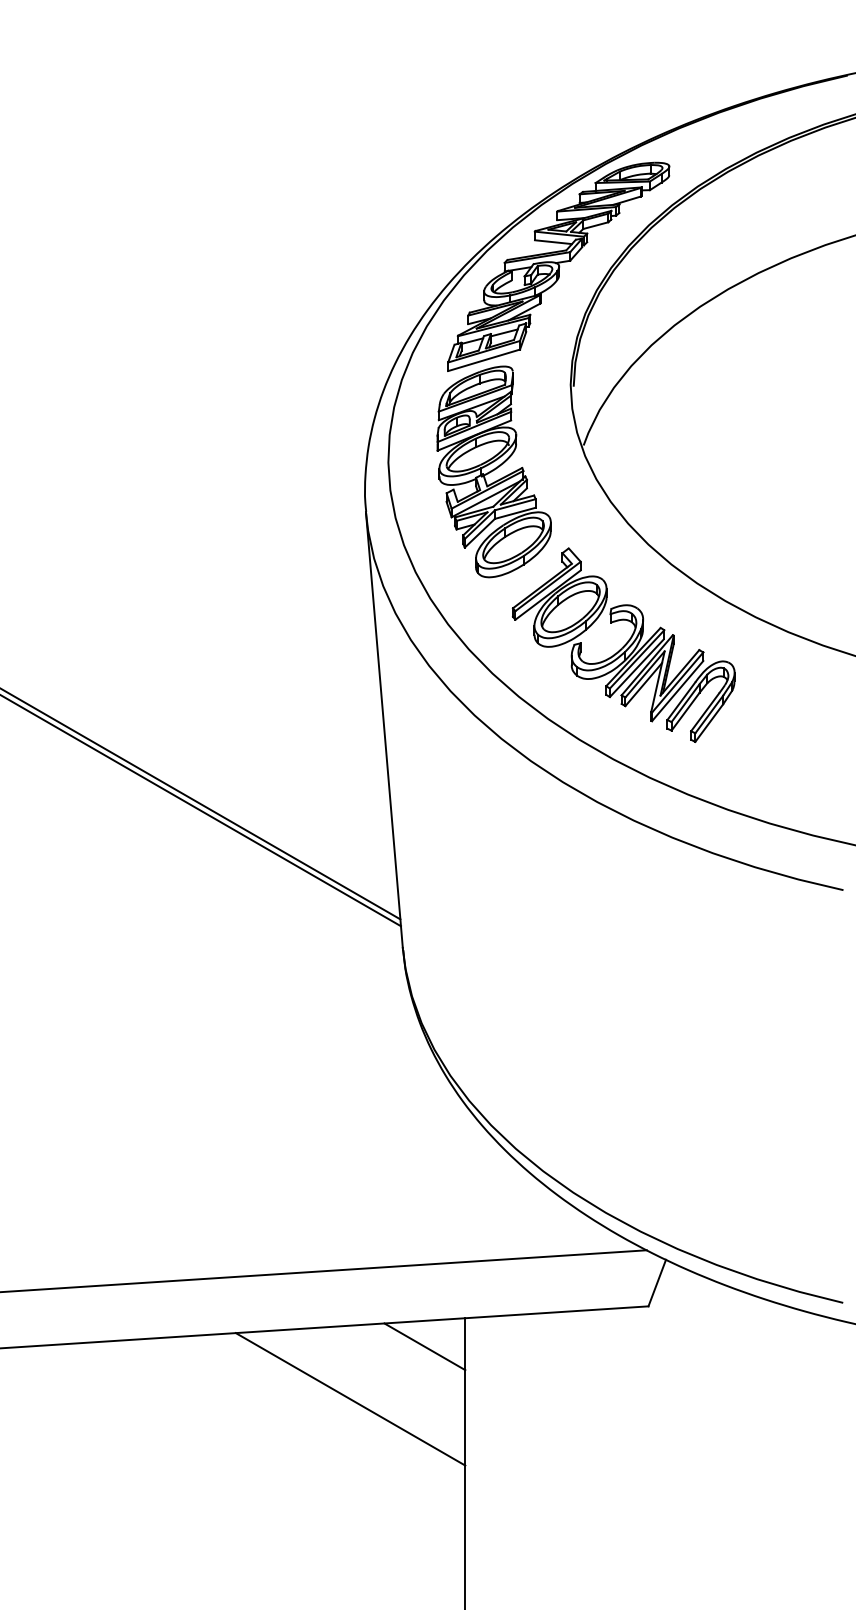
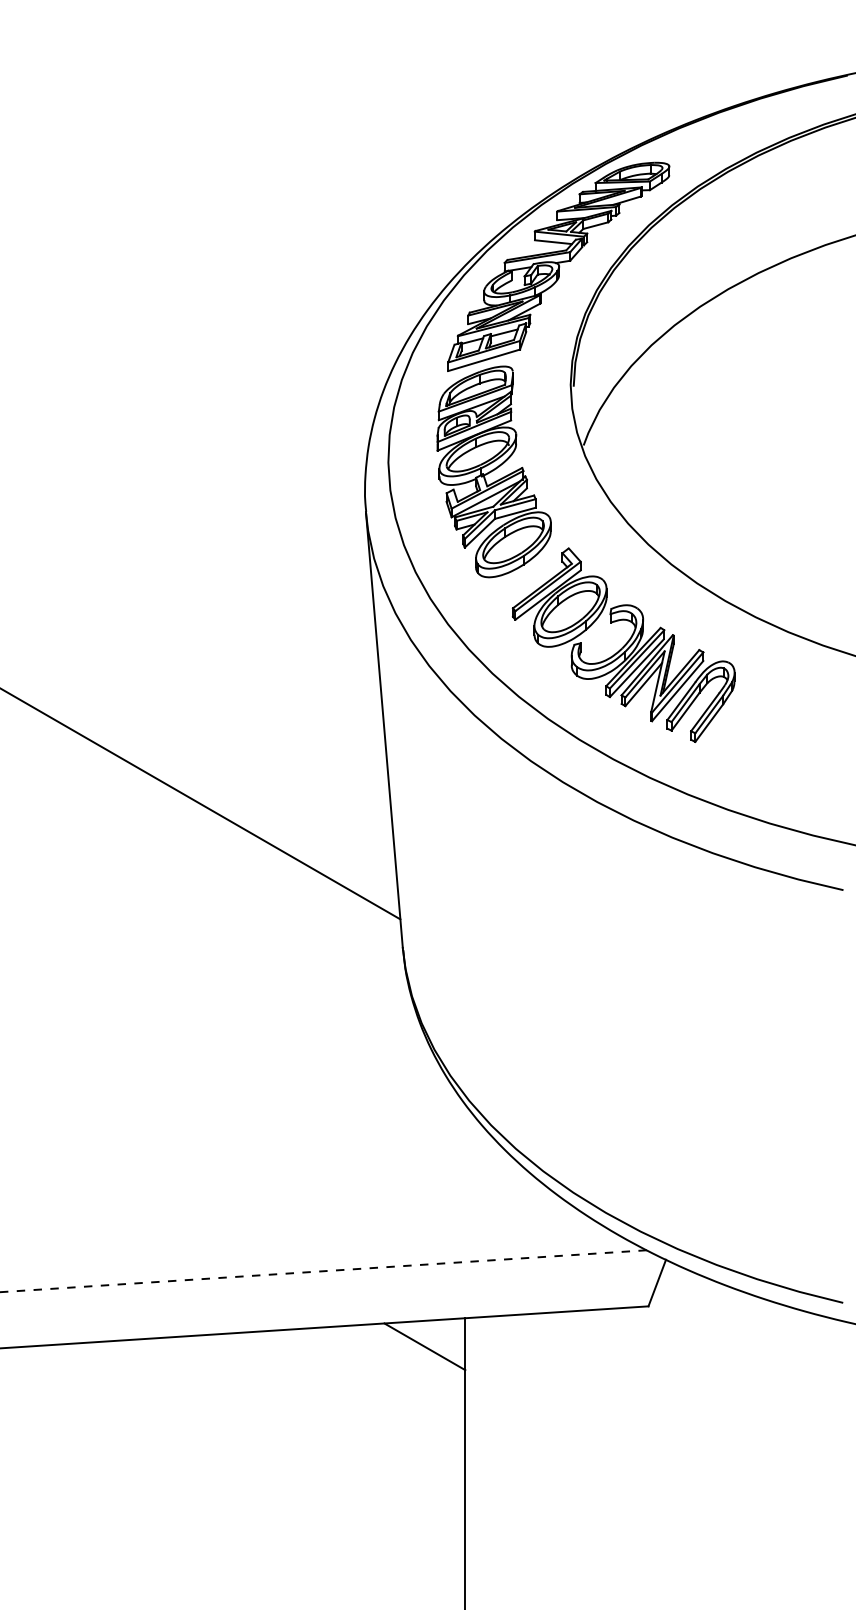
line at (201, 811): present -> none
line at (323, 1271): solid -> dashed
line at (350, 1399): present -> none
